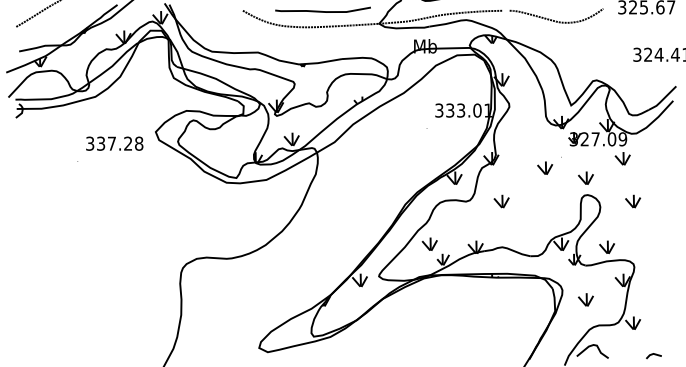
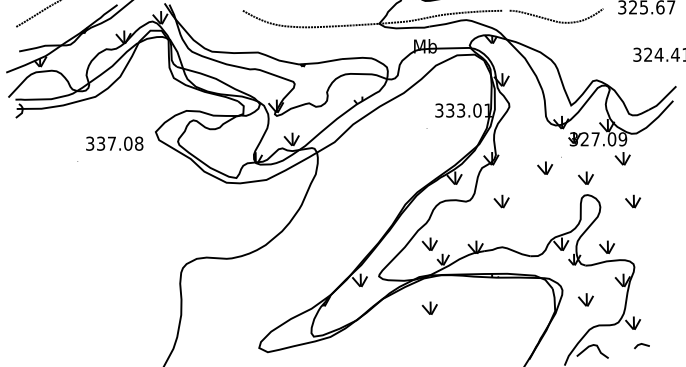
curve at (321, 10): present -> none
text at (128, 143): 337.28 -> 337.08
part at (429, 307): none -> present
line at (652, 355) position: (652, 355) -> (640, 345)
